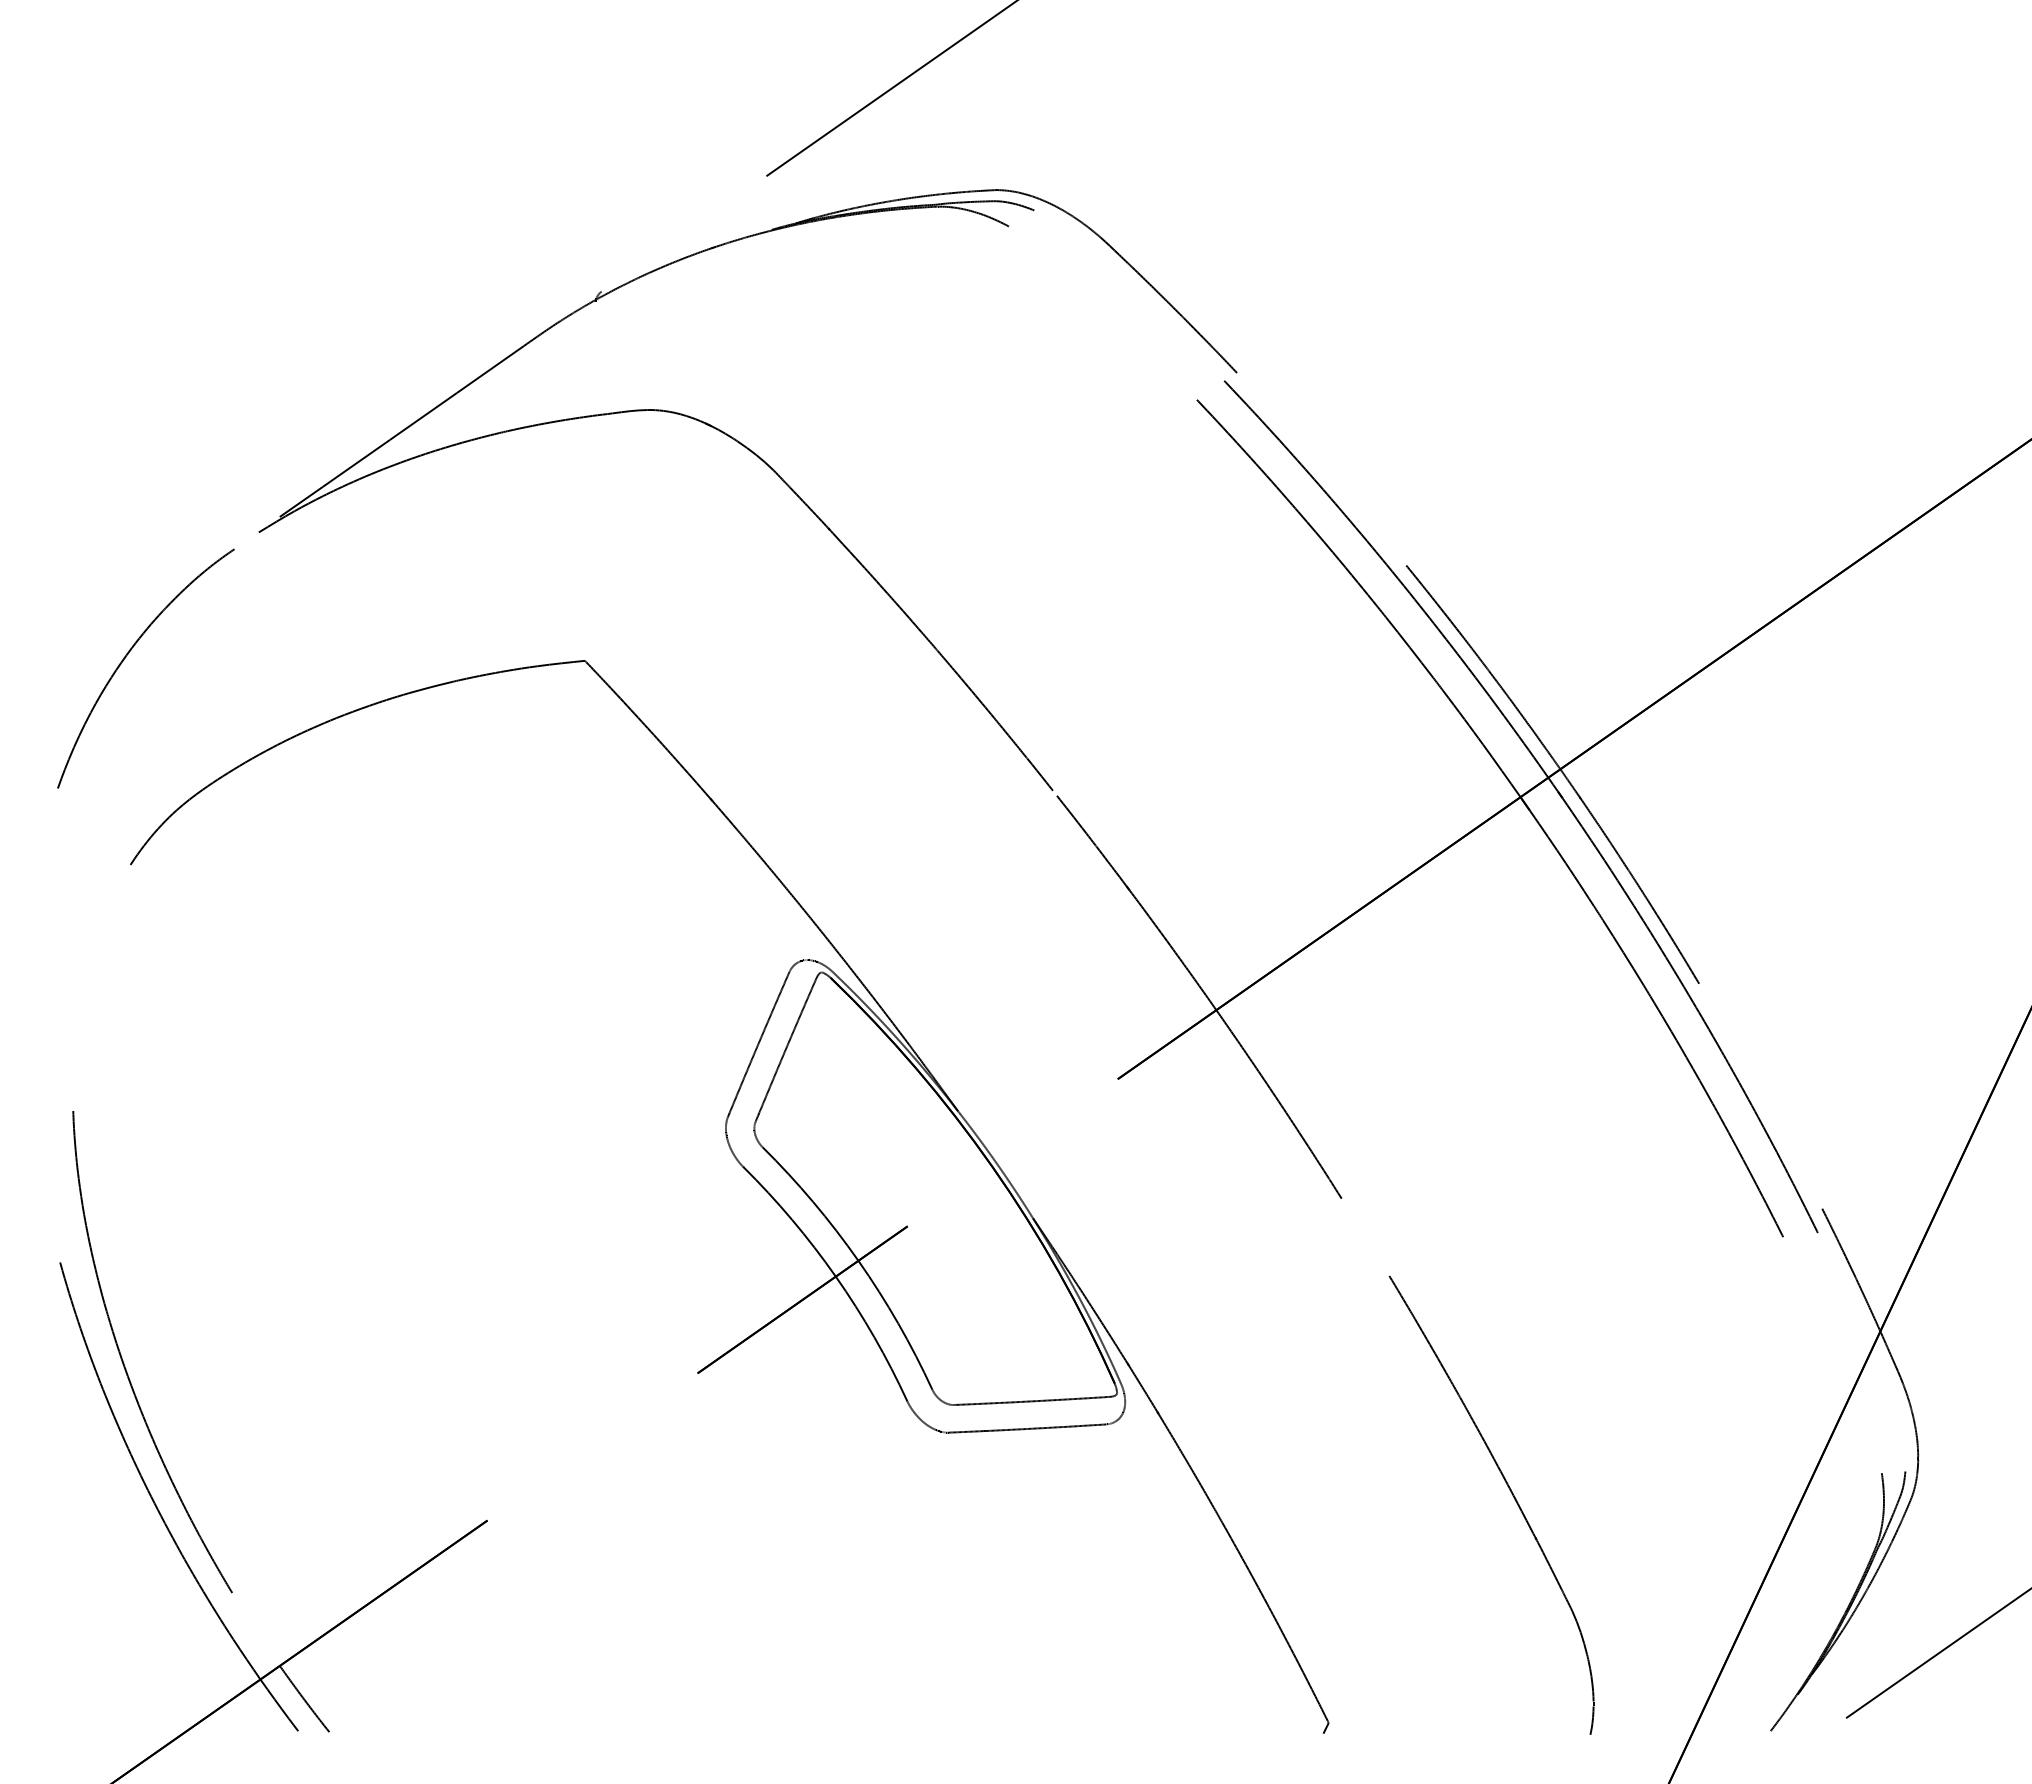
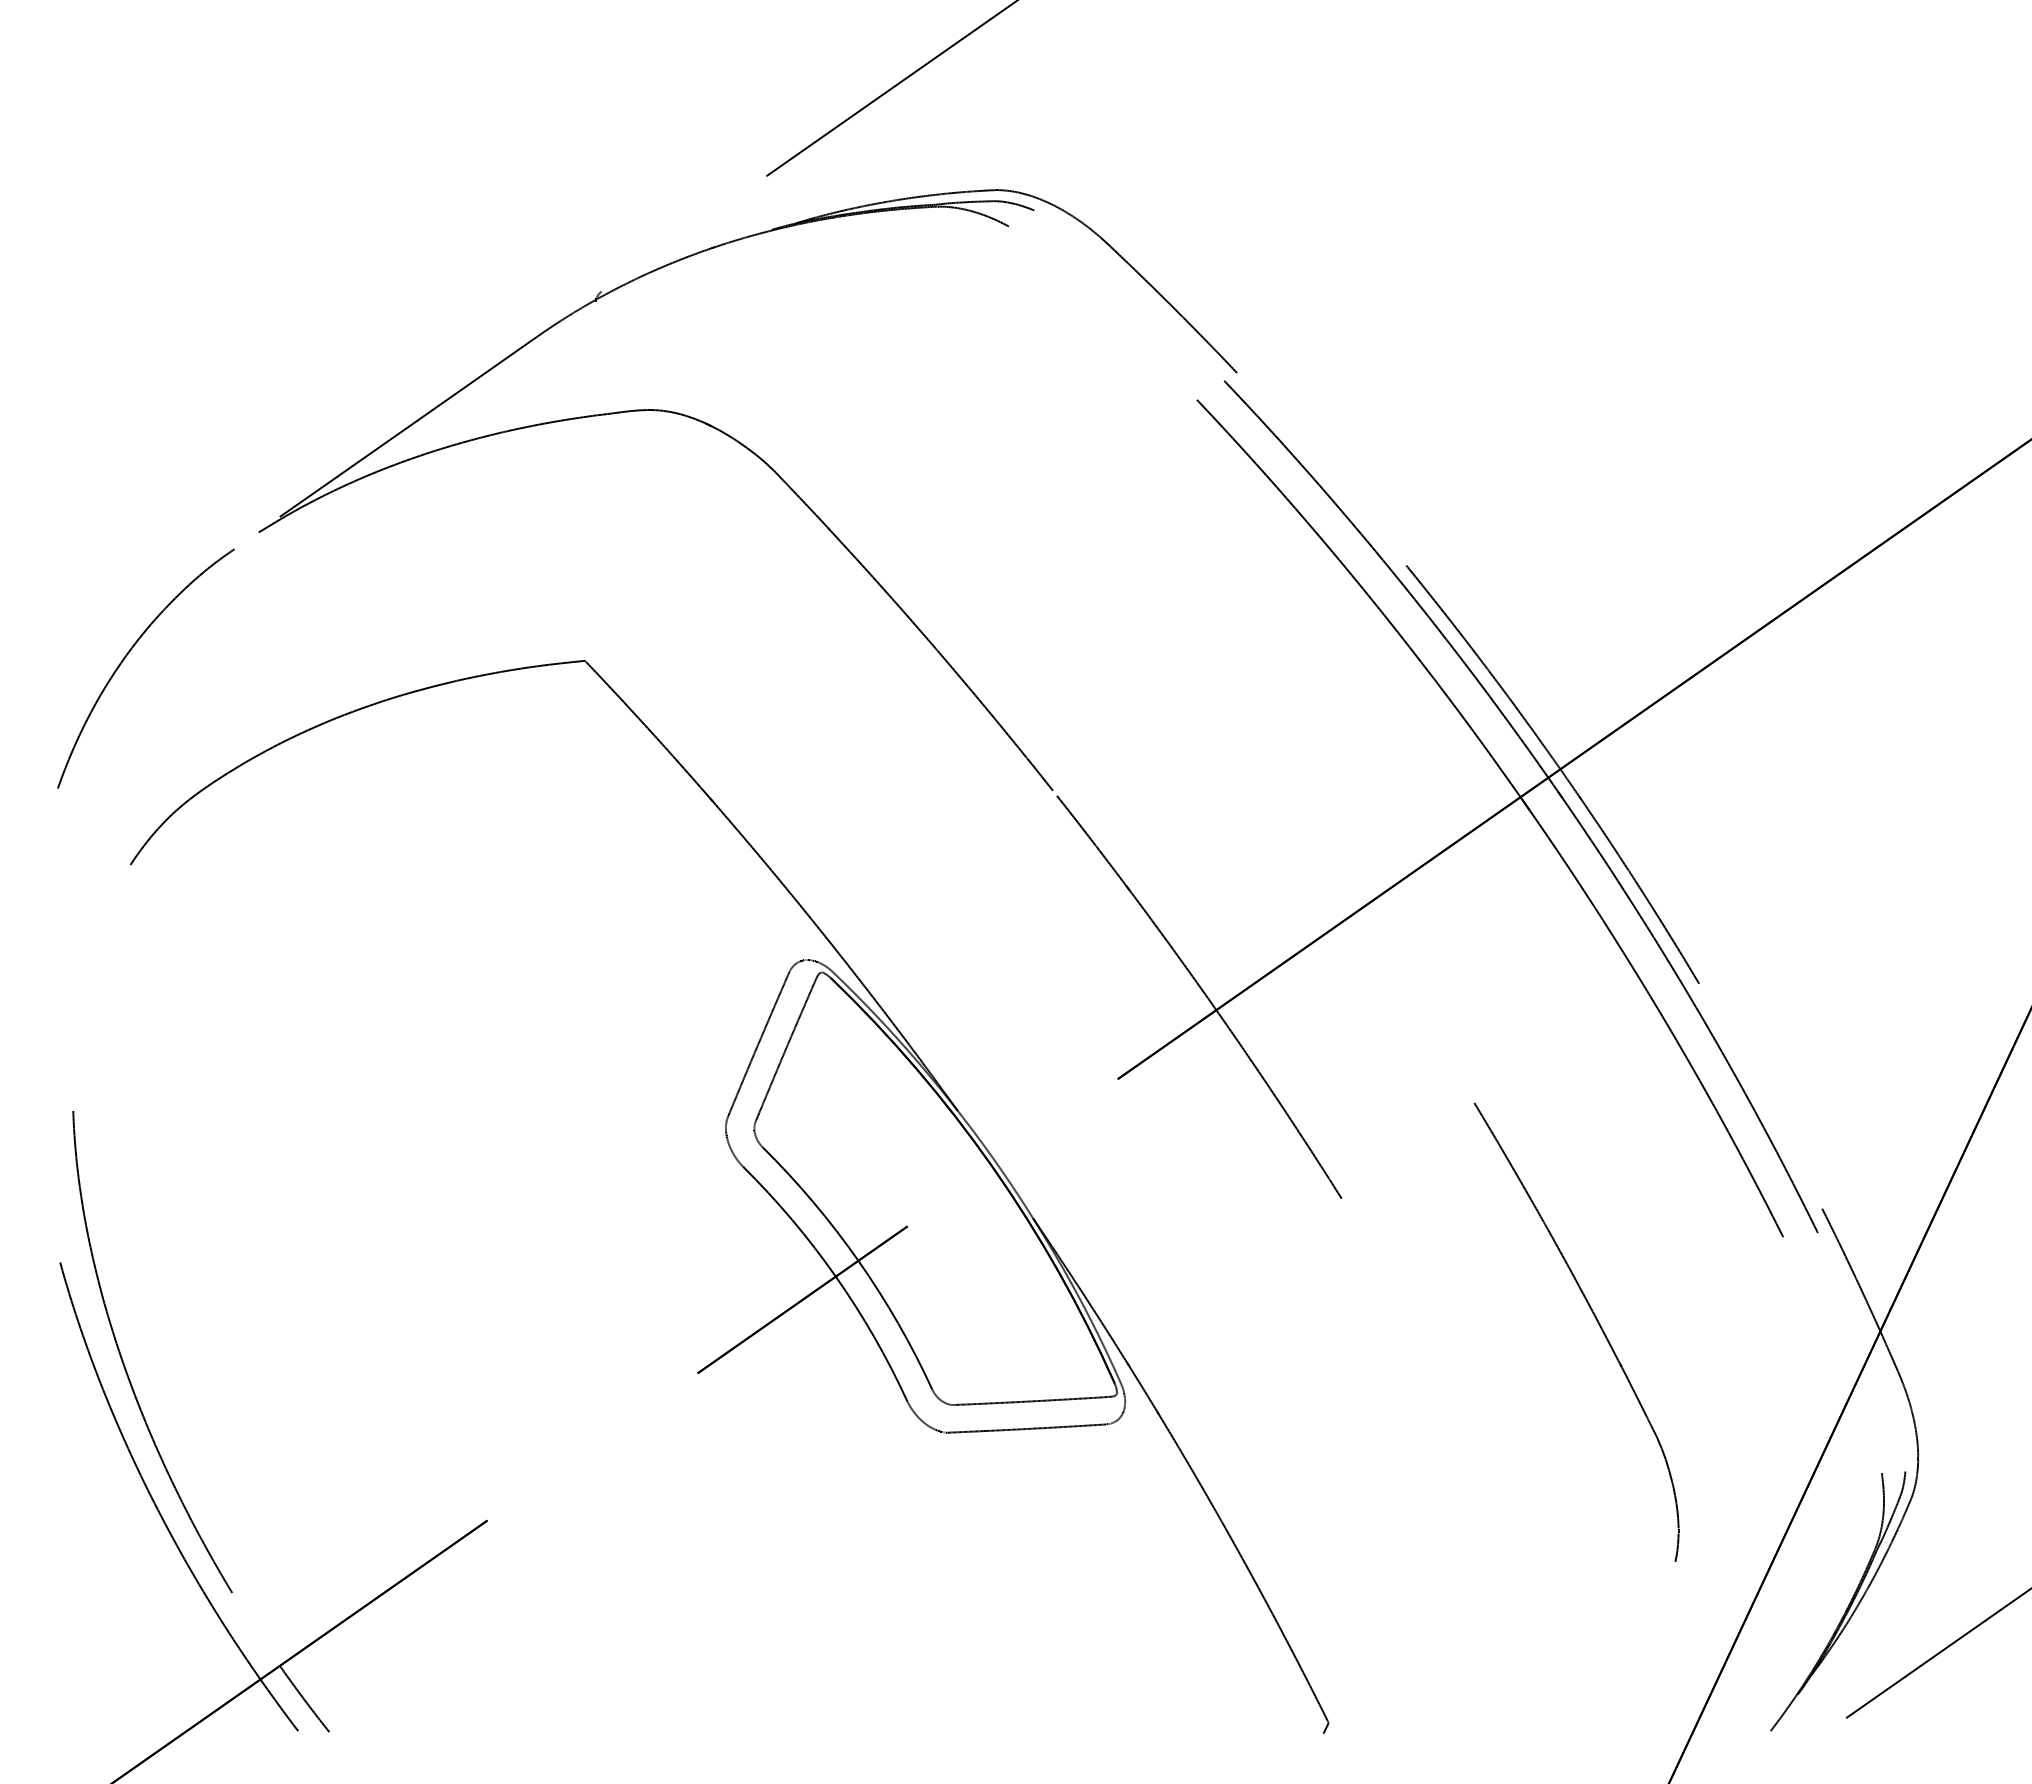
curve at (1511, 1494) position: (1511, 1494) -> (1596, 1321)
